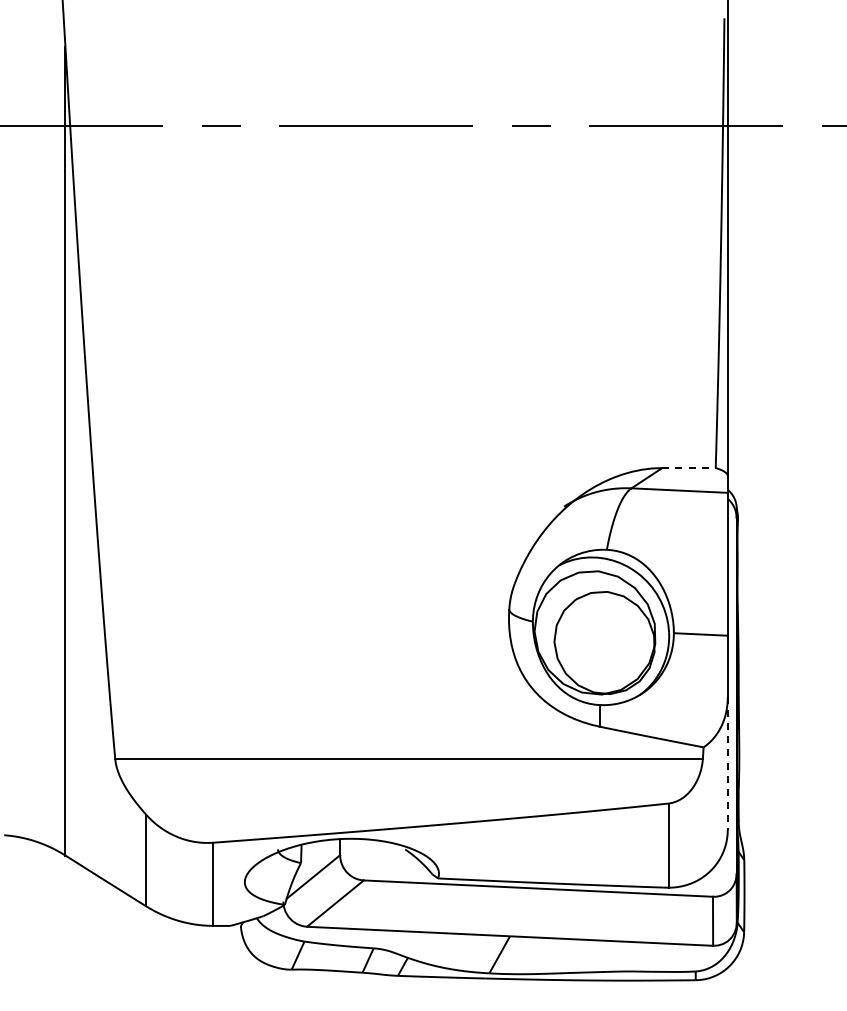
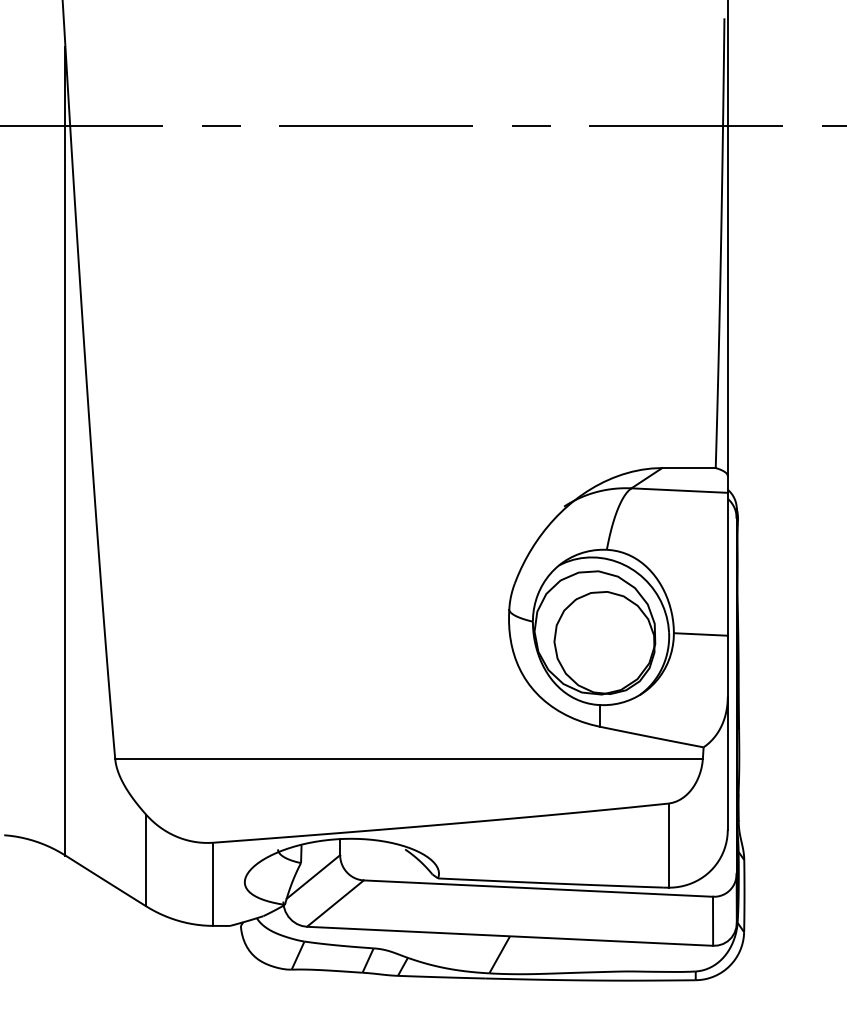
line at (689, 468): dashed -> solid
line at (727, 763): dashed -> solid
